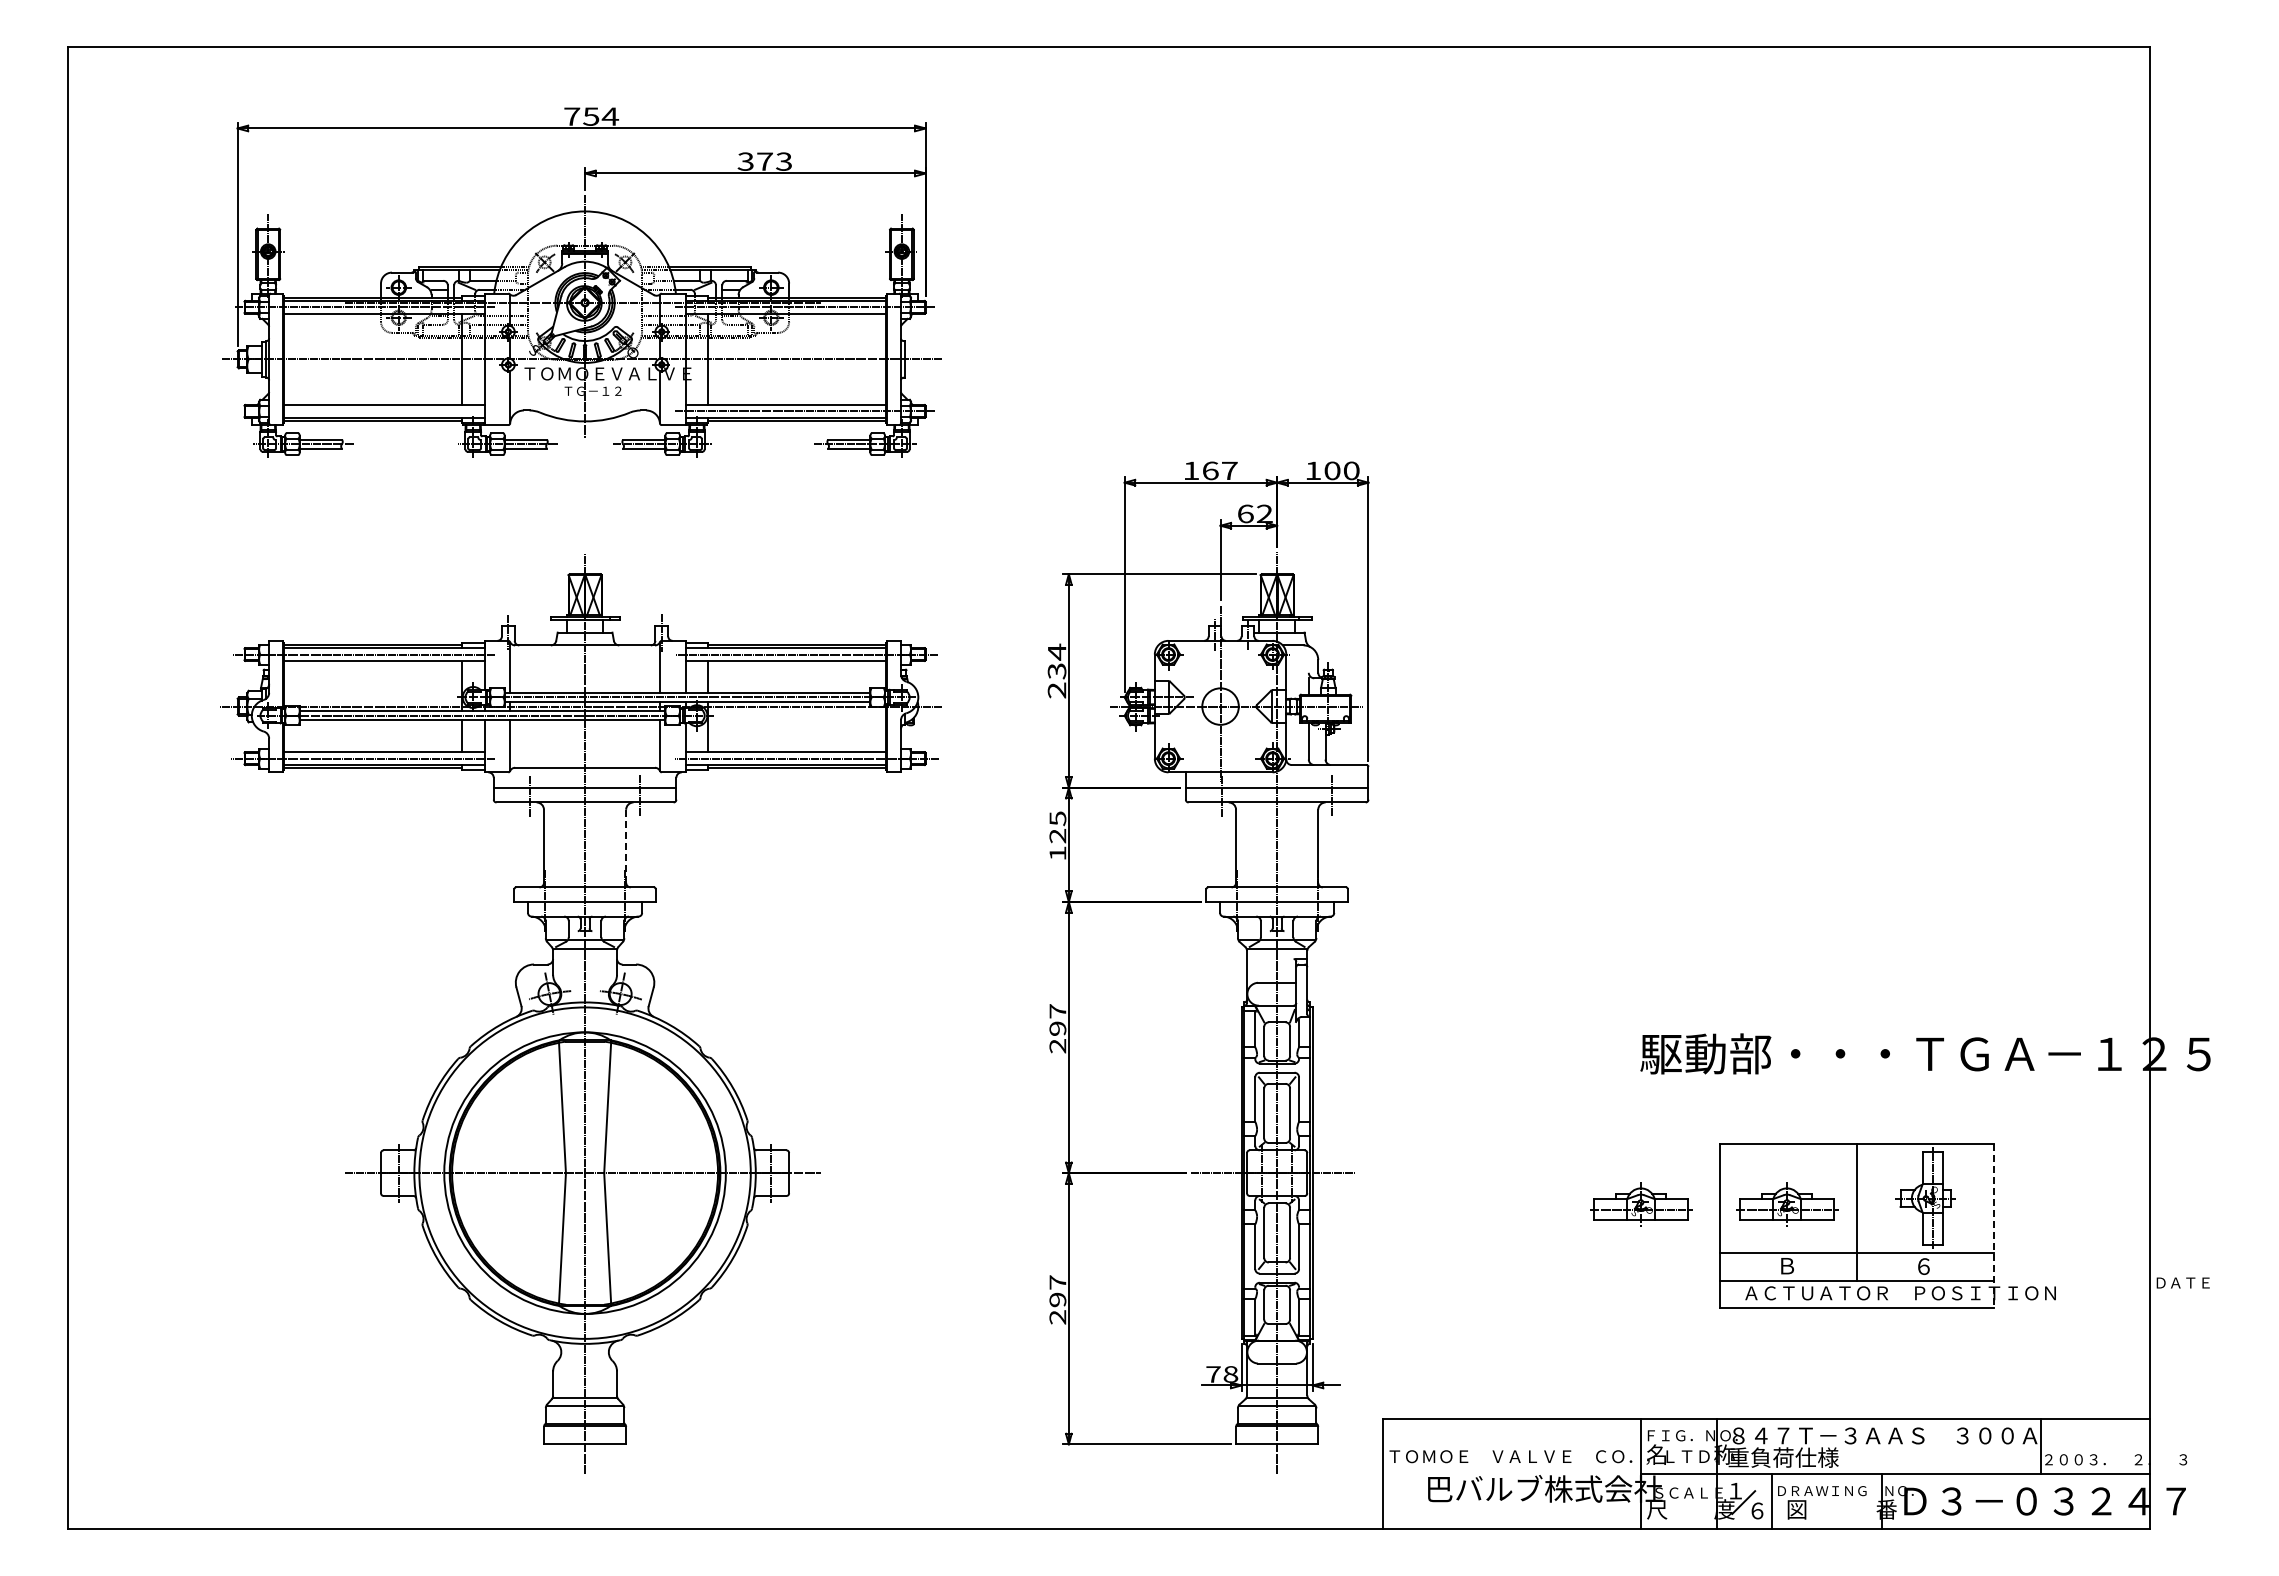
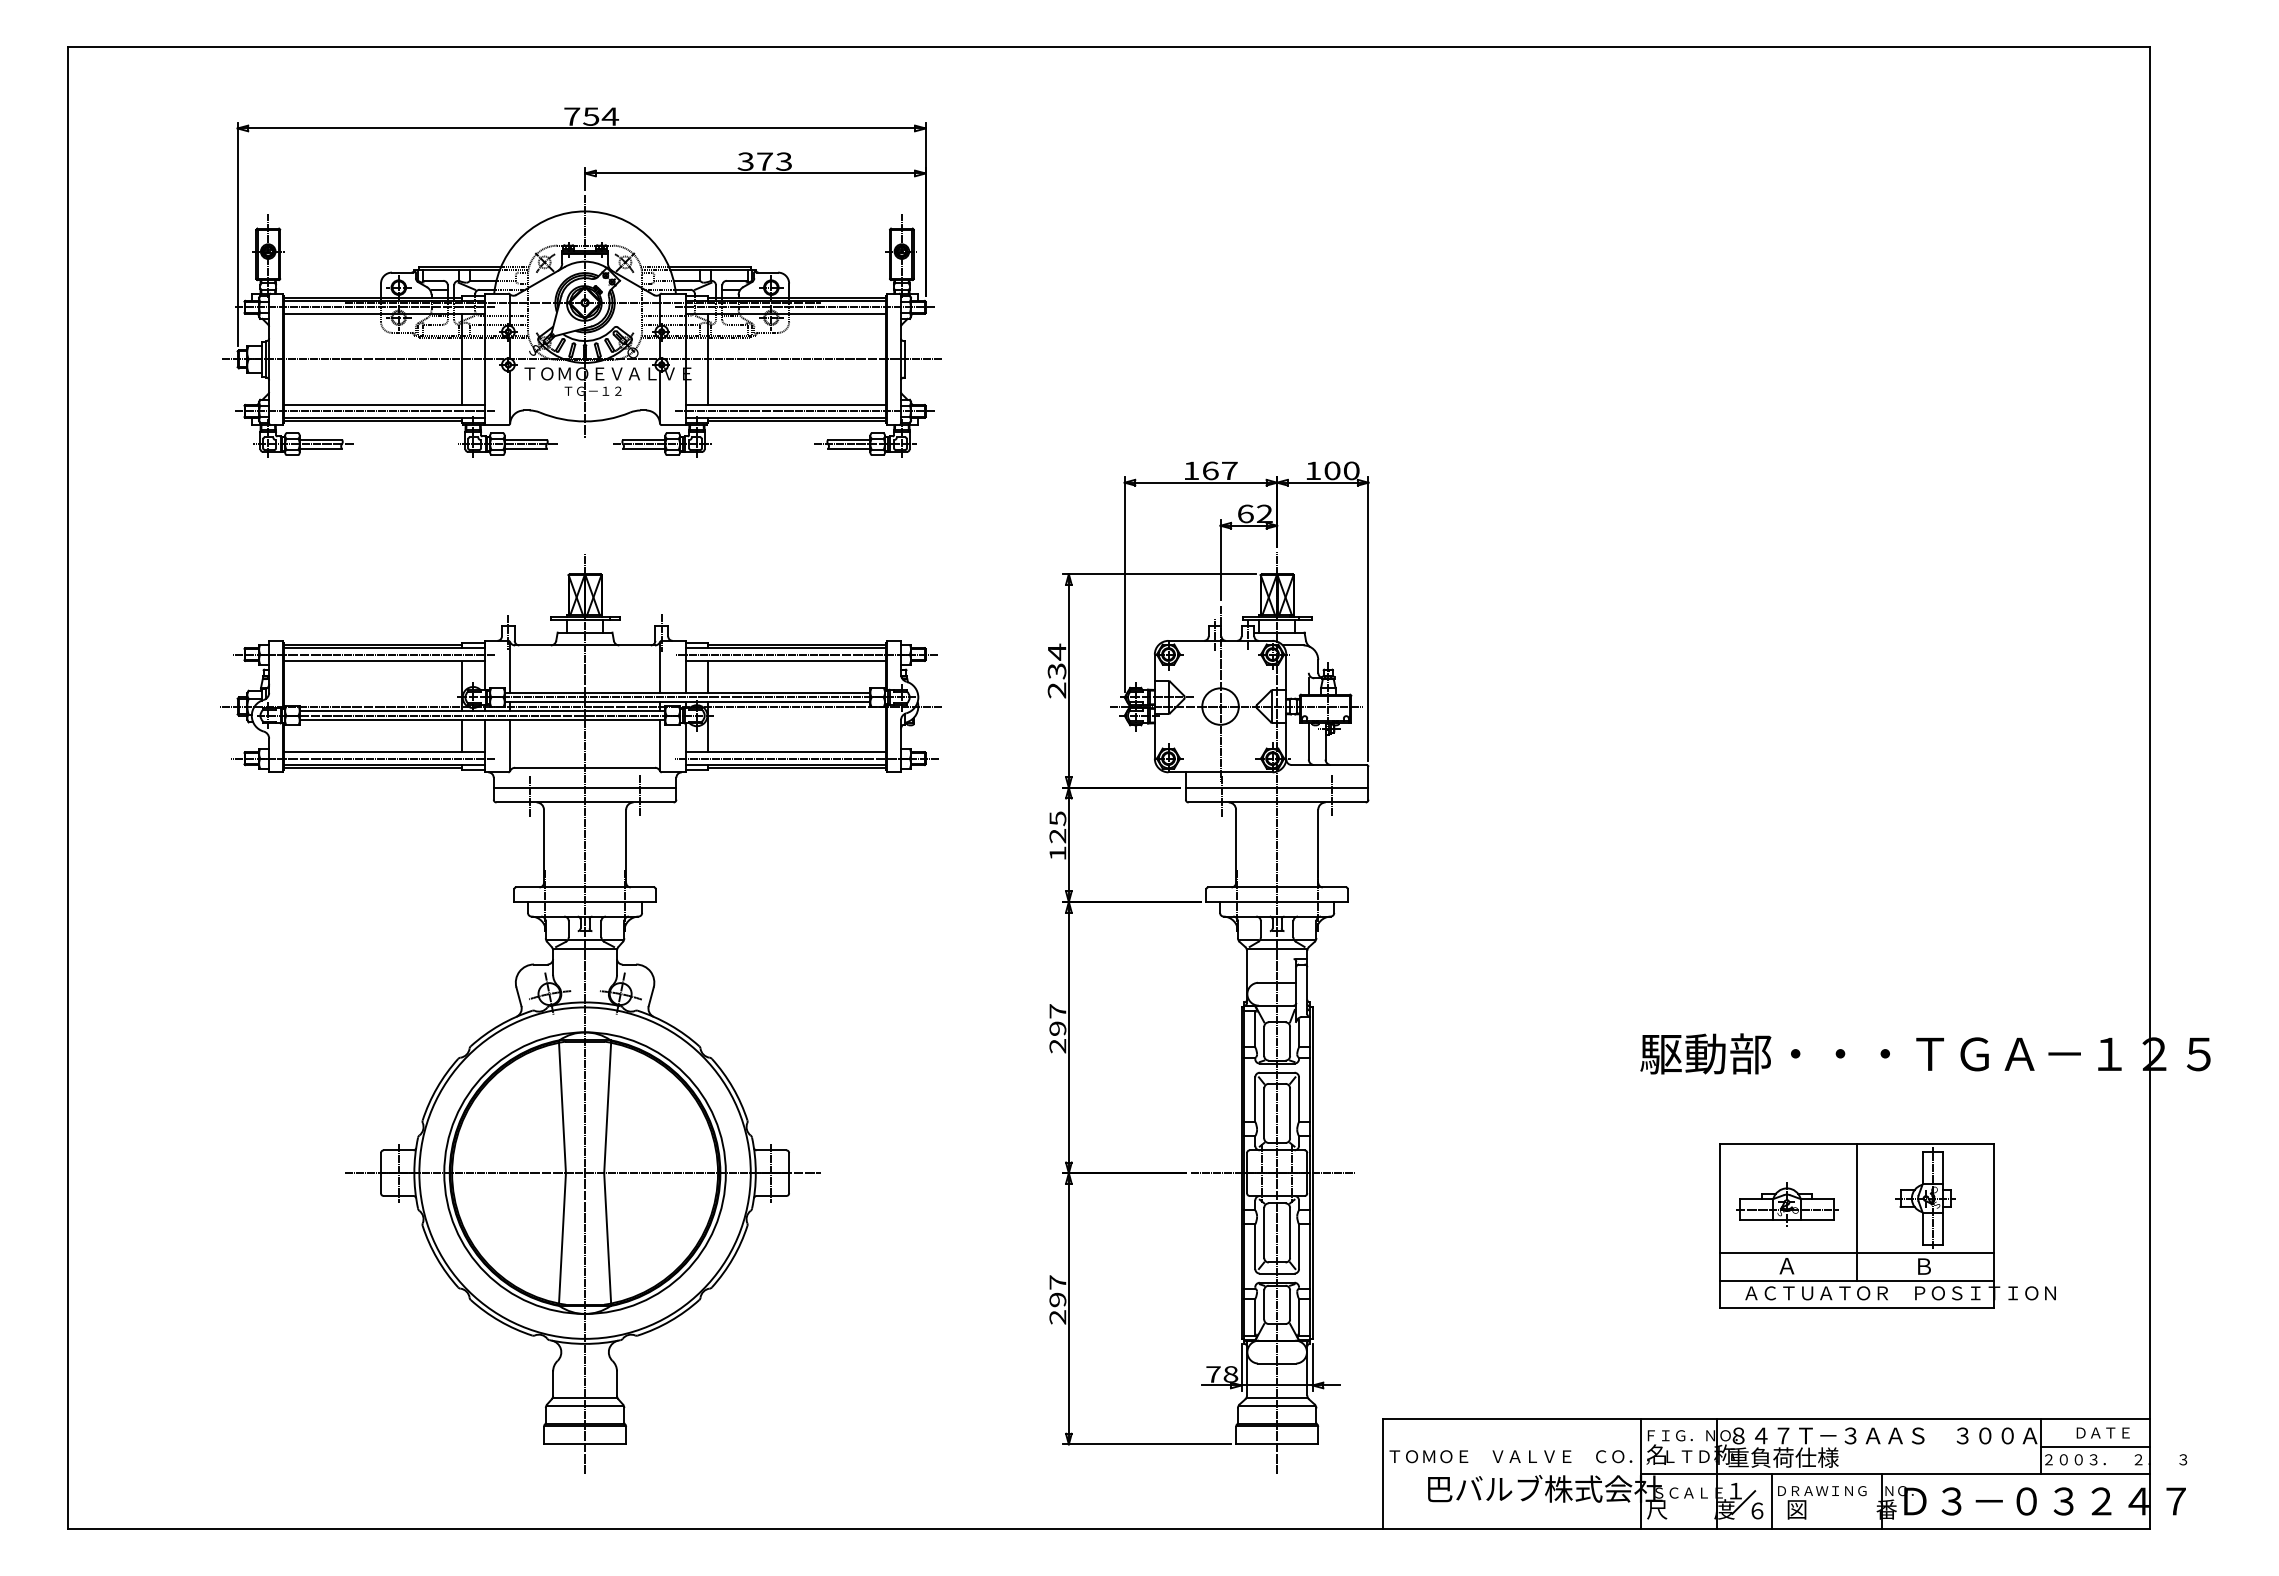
line at (364, 411): none -> present
line at (626, 846): dashed -> solid
part at (1641, 1204): present -> none
line at (1994, 1226): dashed -> solid
text at (1786, 1266): Ｂ -> Ａ
text at (1924, 1266): ６ -> Ｂ
text at (2182, 1282) position: (2182, 1282) -> (2102, 1432)
line at (2095, 1446): none -> present
